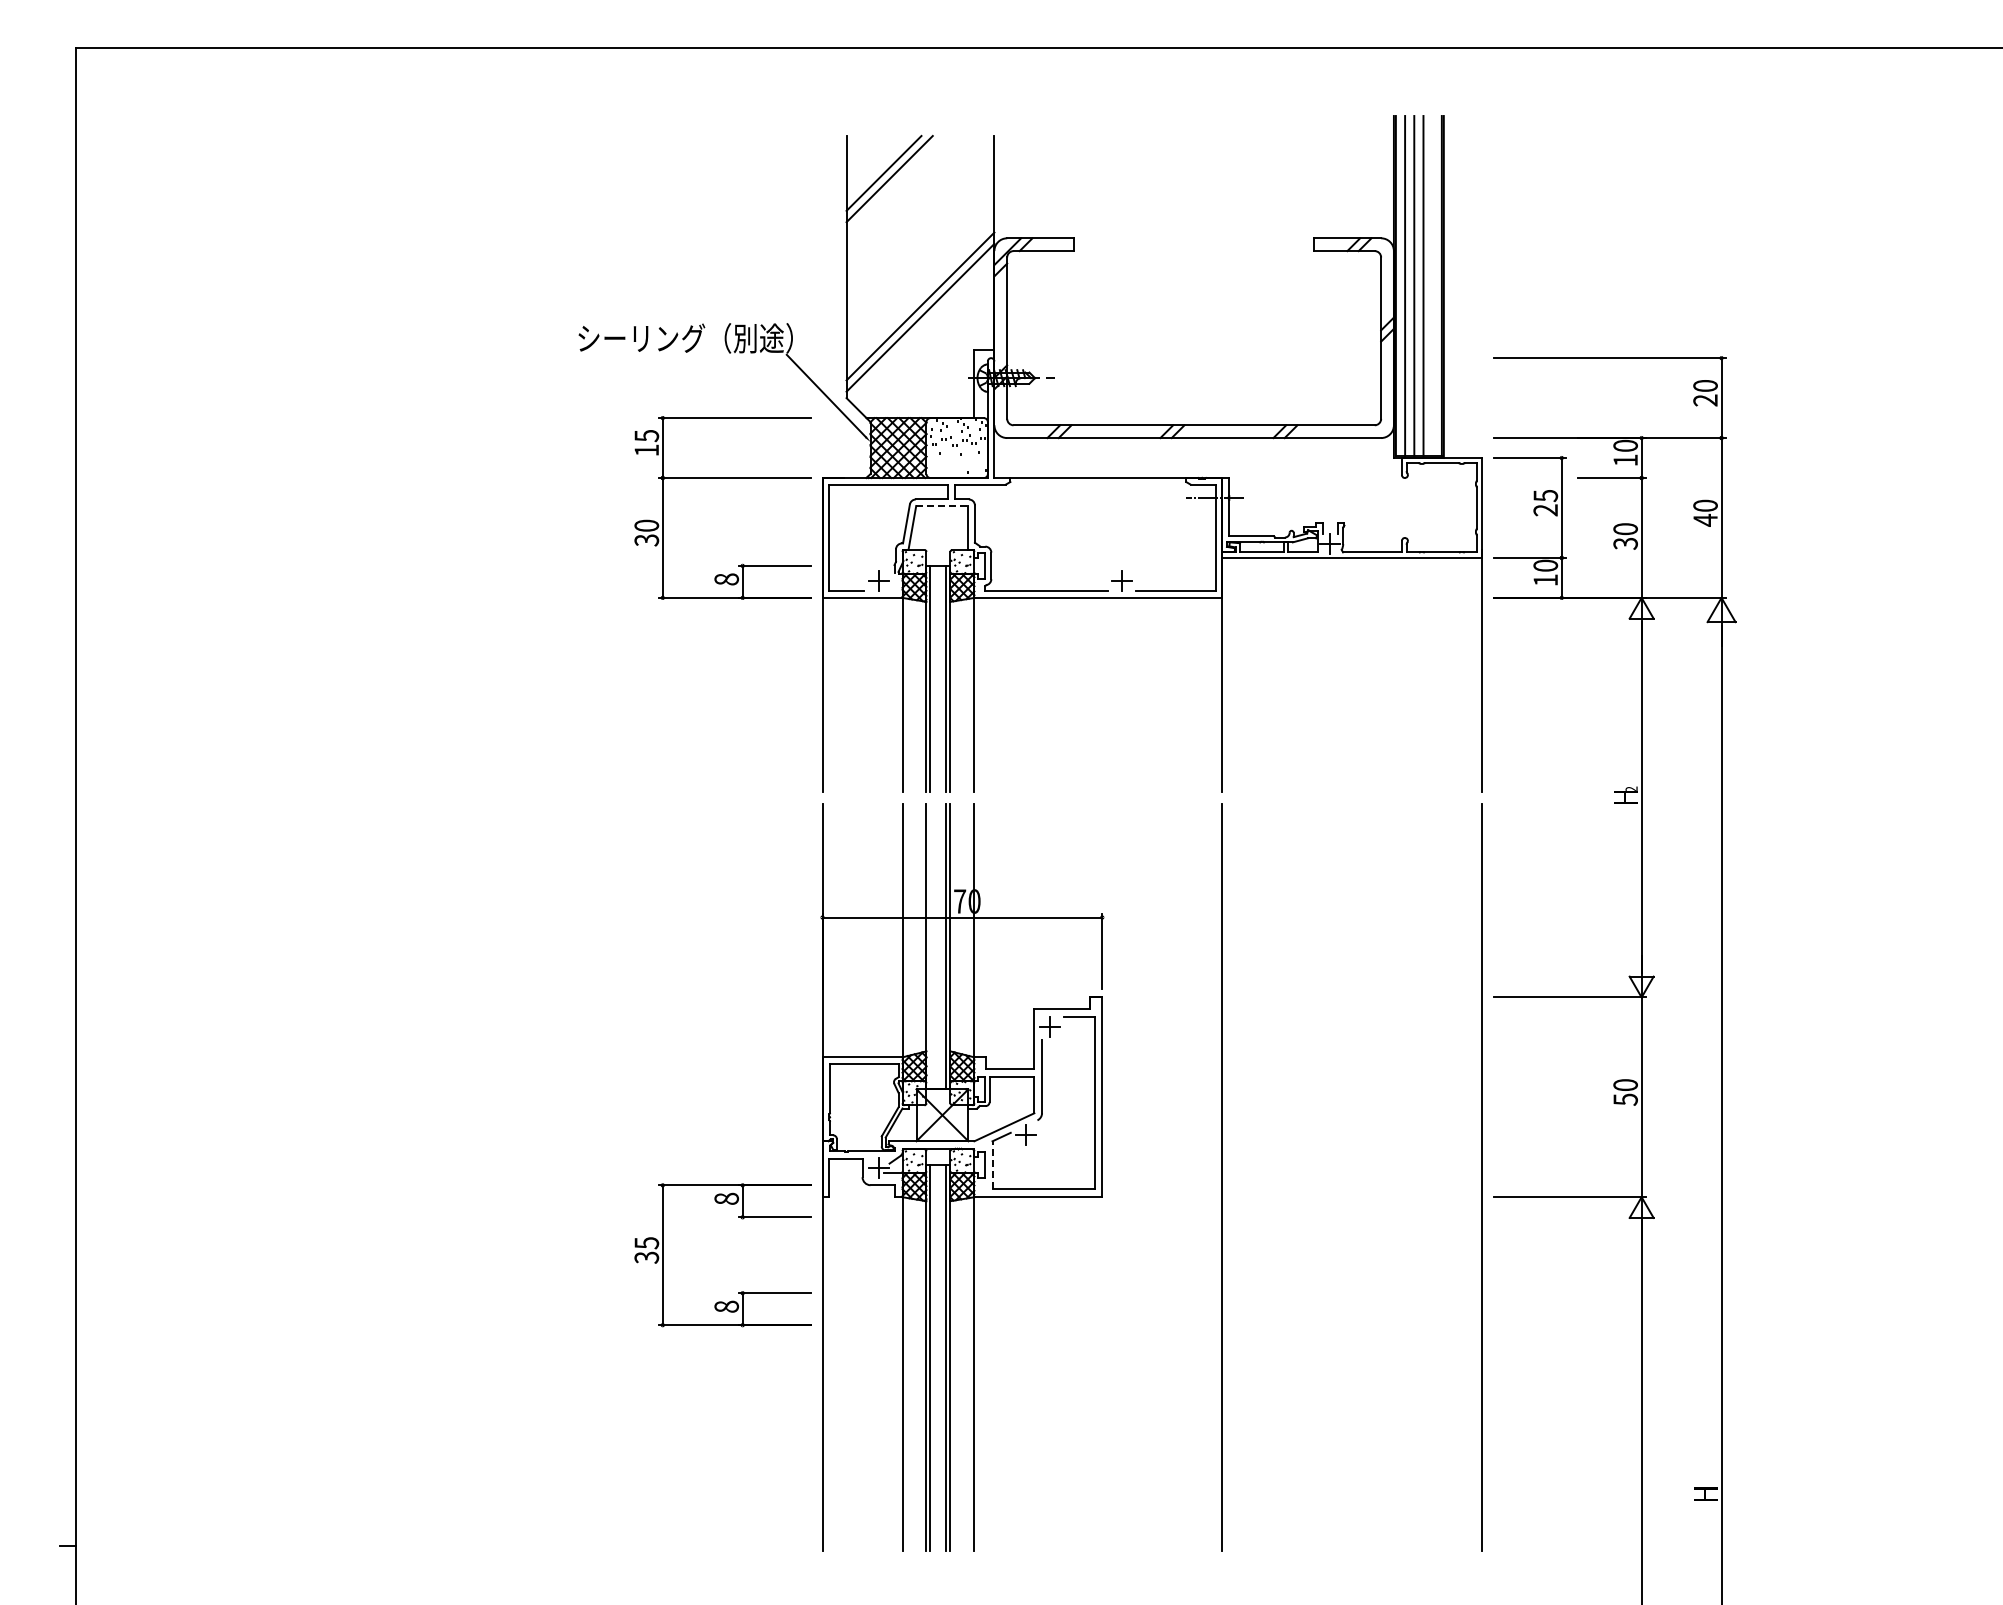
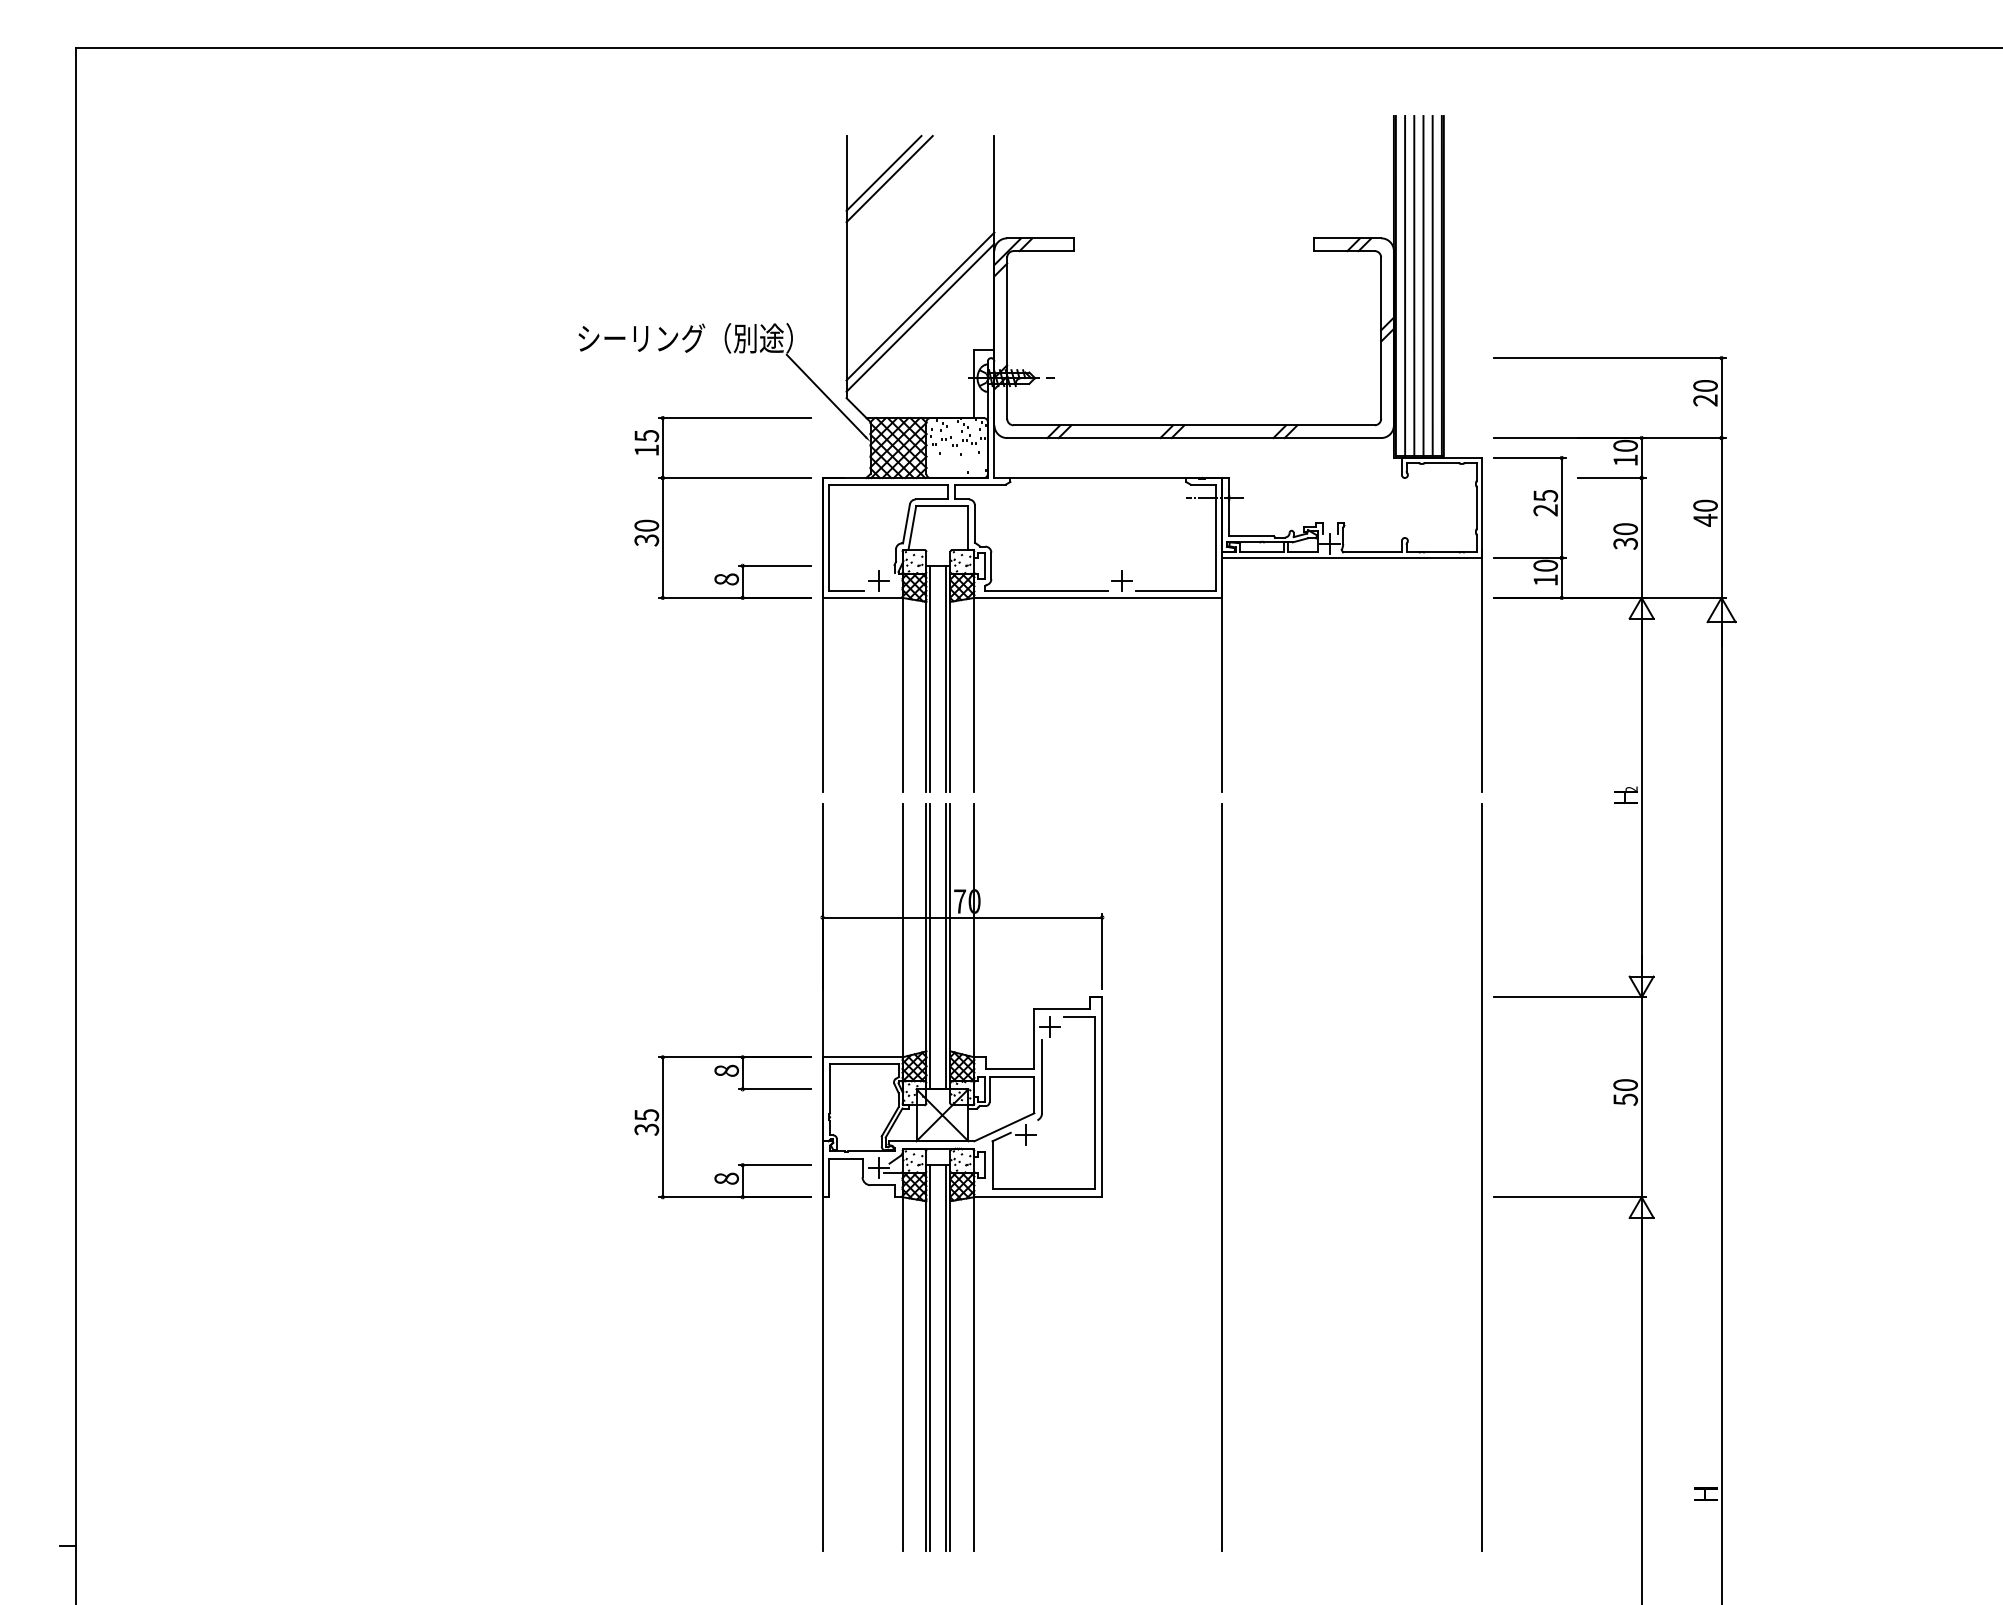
line at (1432, 286): none -> present
line at (942, 506): dashed -> solid
line at (930, 946): none -> present
line at (992, 1164): dashed -> solid
part at (738, 1292) position: (738, 1292) -> (738, 1164)
